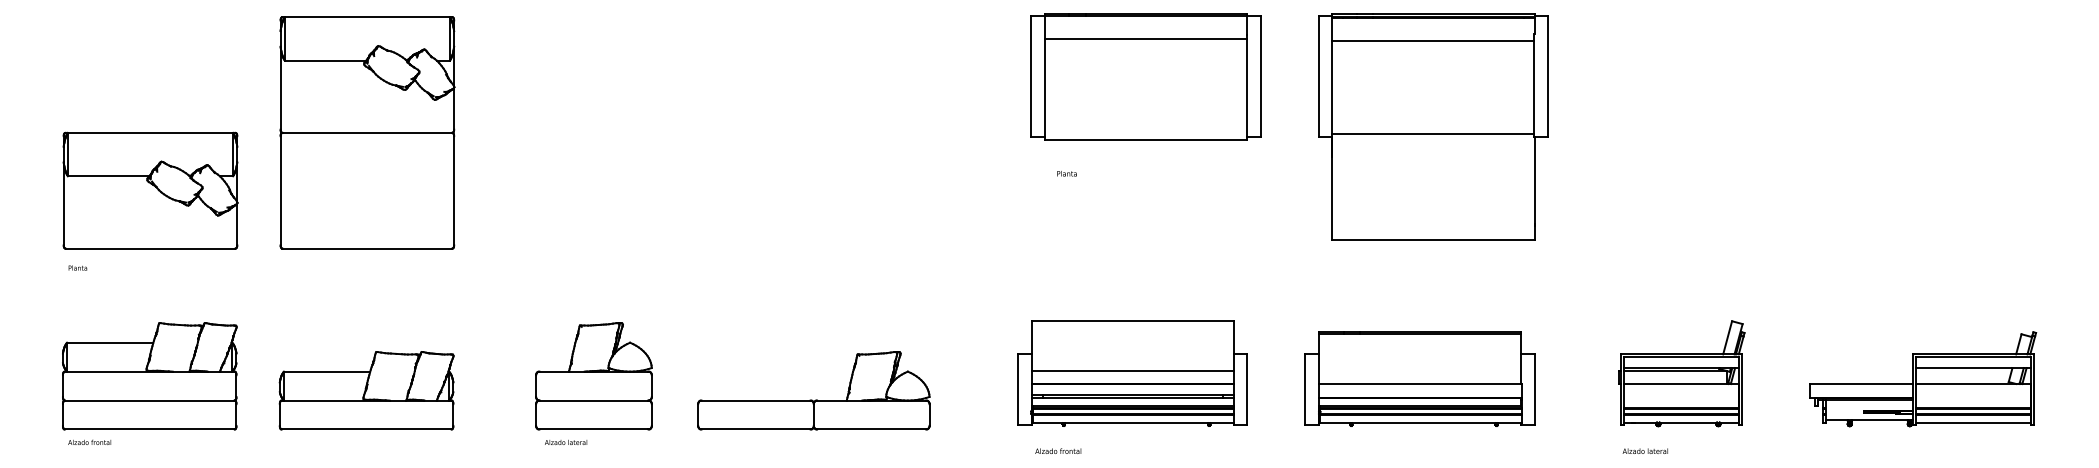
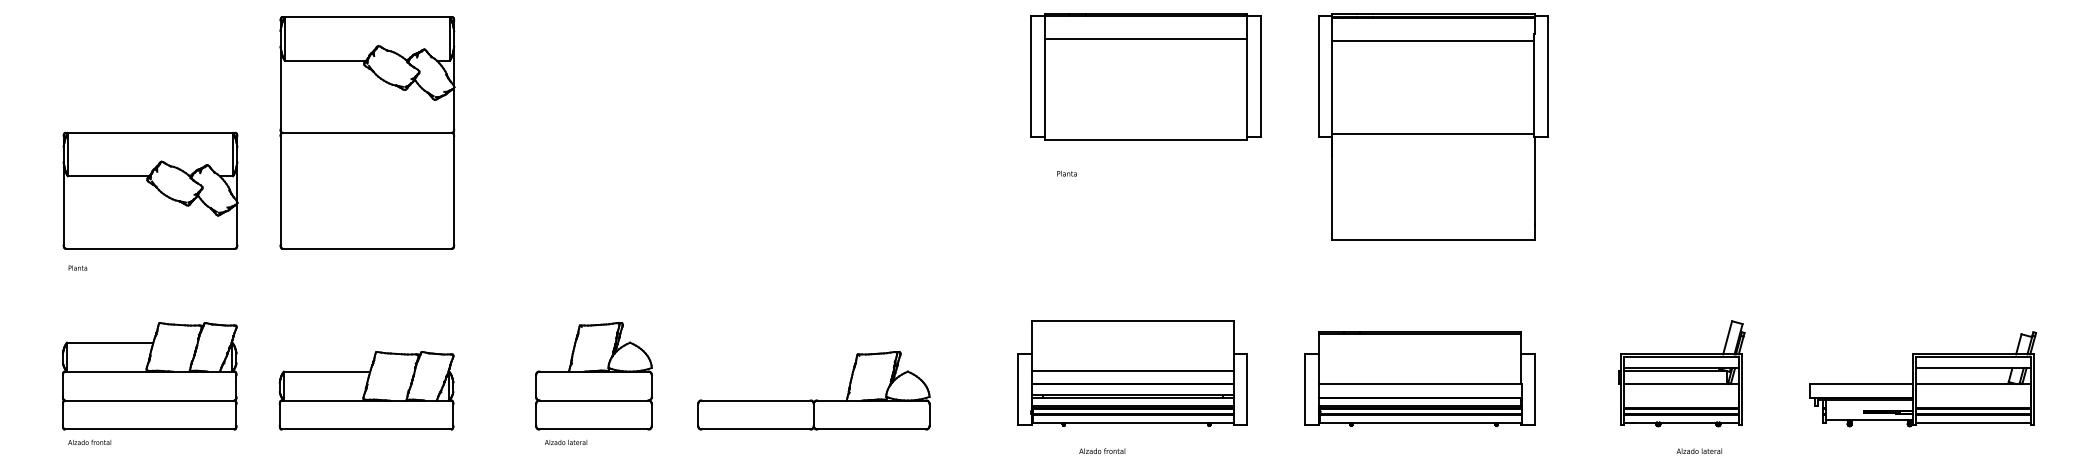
text at (1058, 450) position: (1058, 450) -> (1102, 450)
text at (1644, 450) position: (1644, 450) -> (1698, 450)
